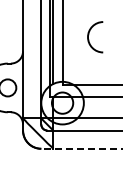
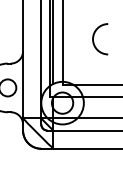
arc at (89, 39) position: (89, 39) -> (94, 41)
line at (81, 148): dashed -> solid
